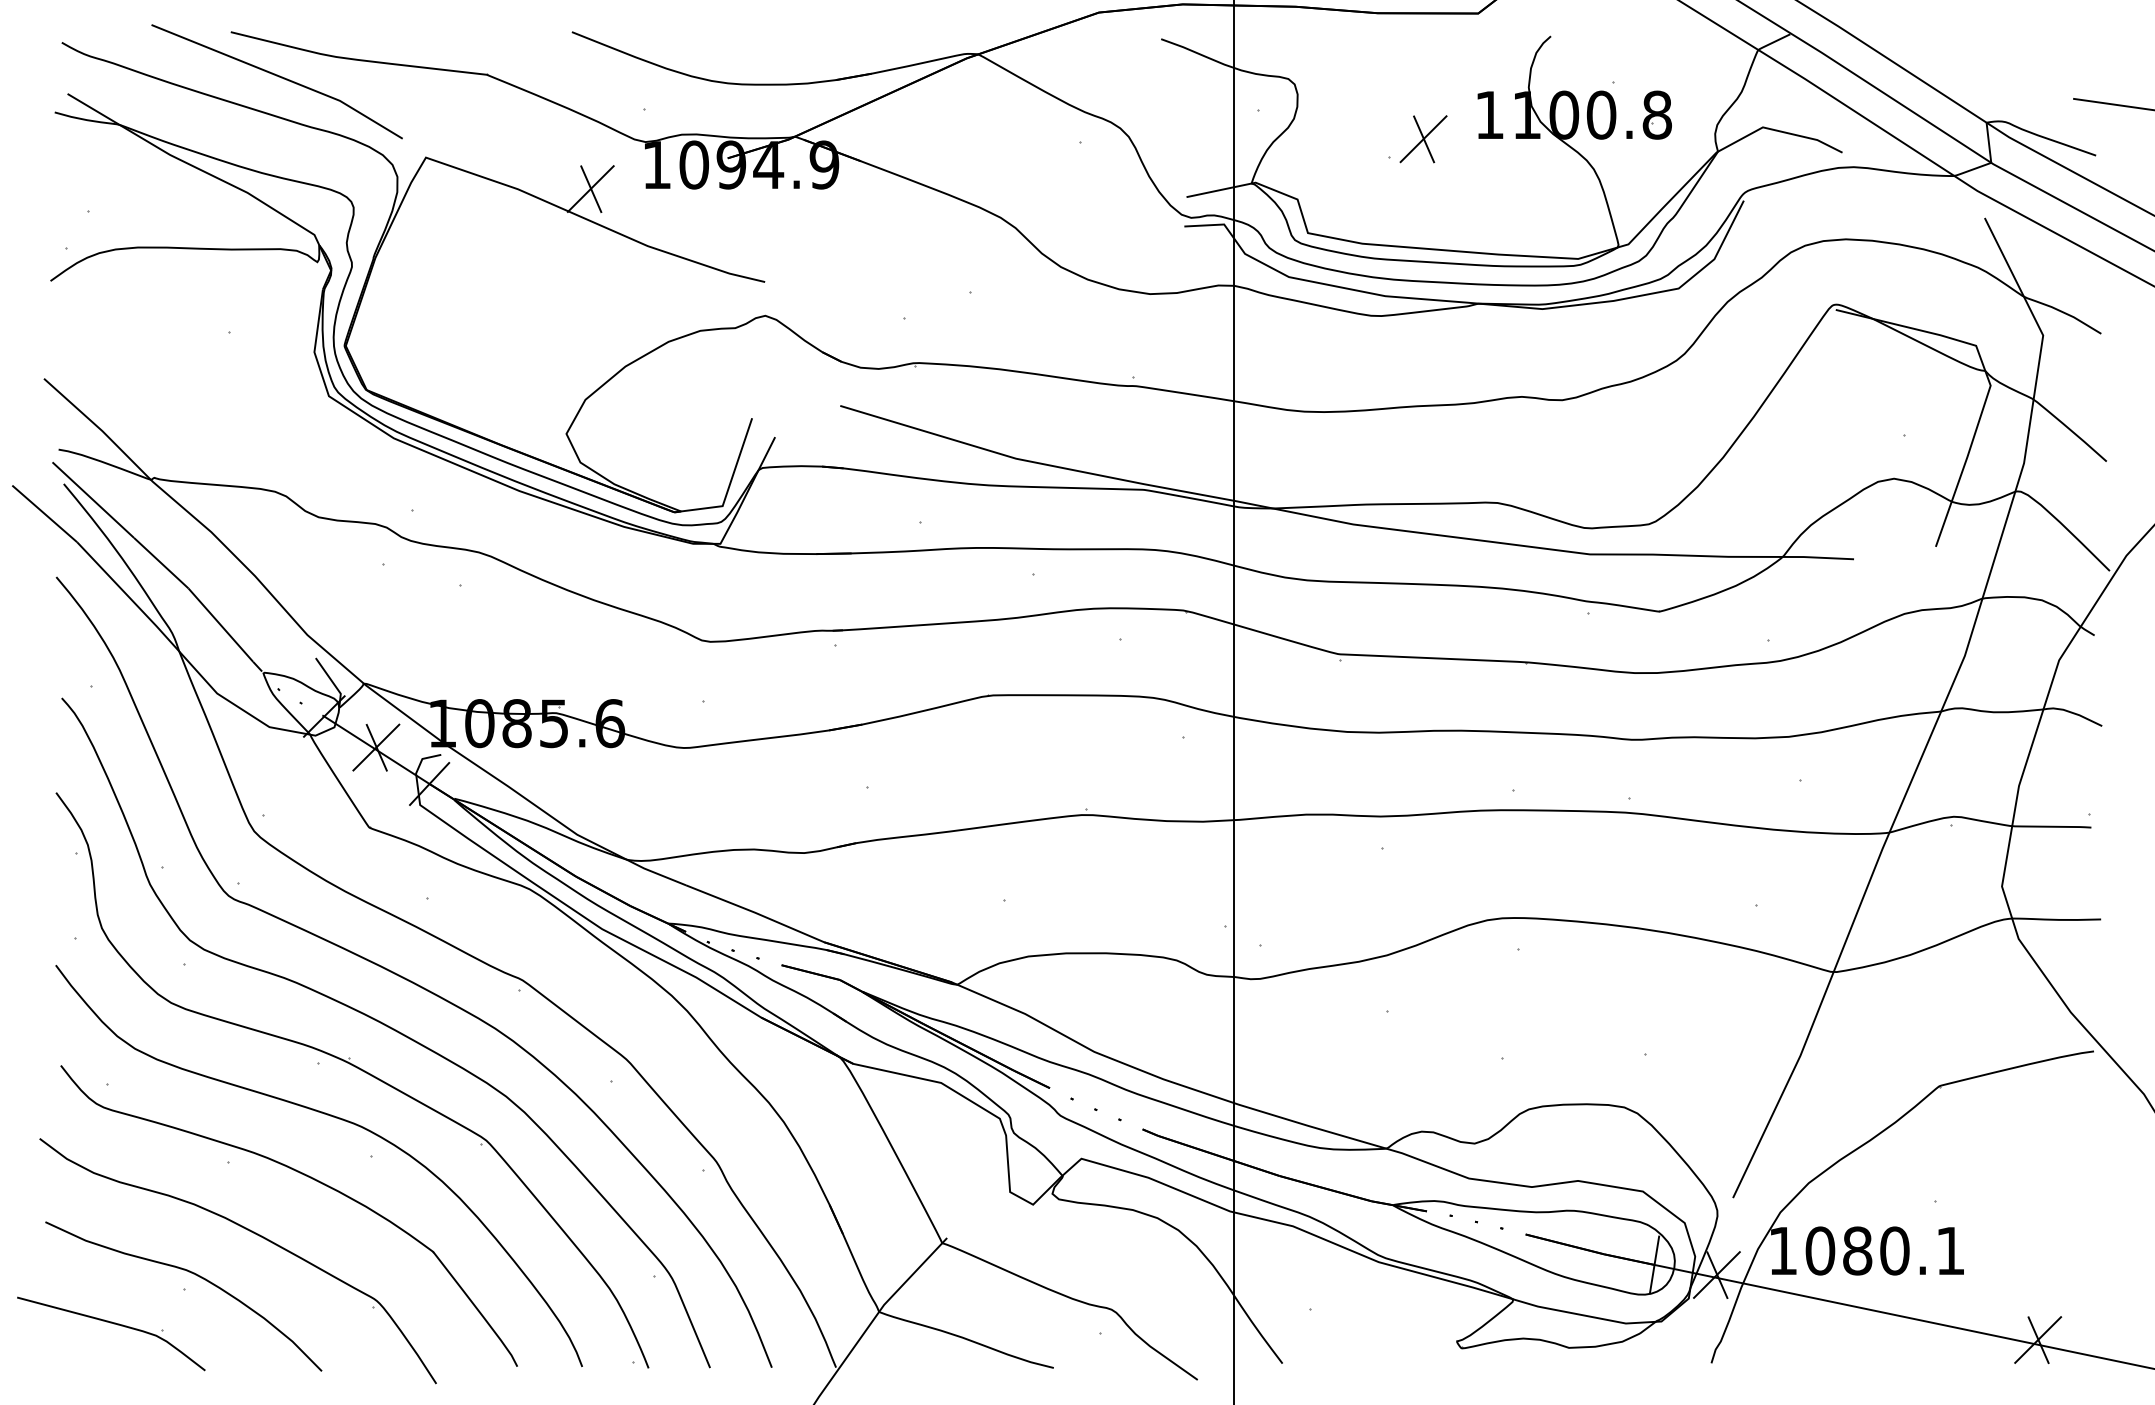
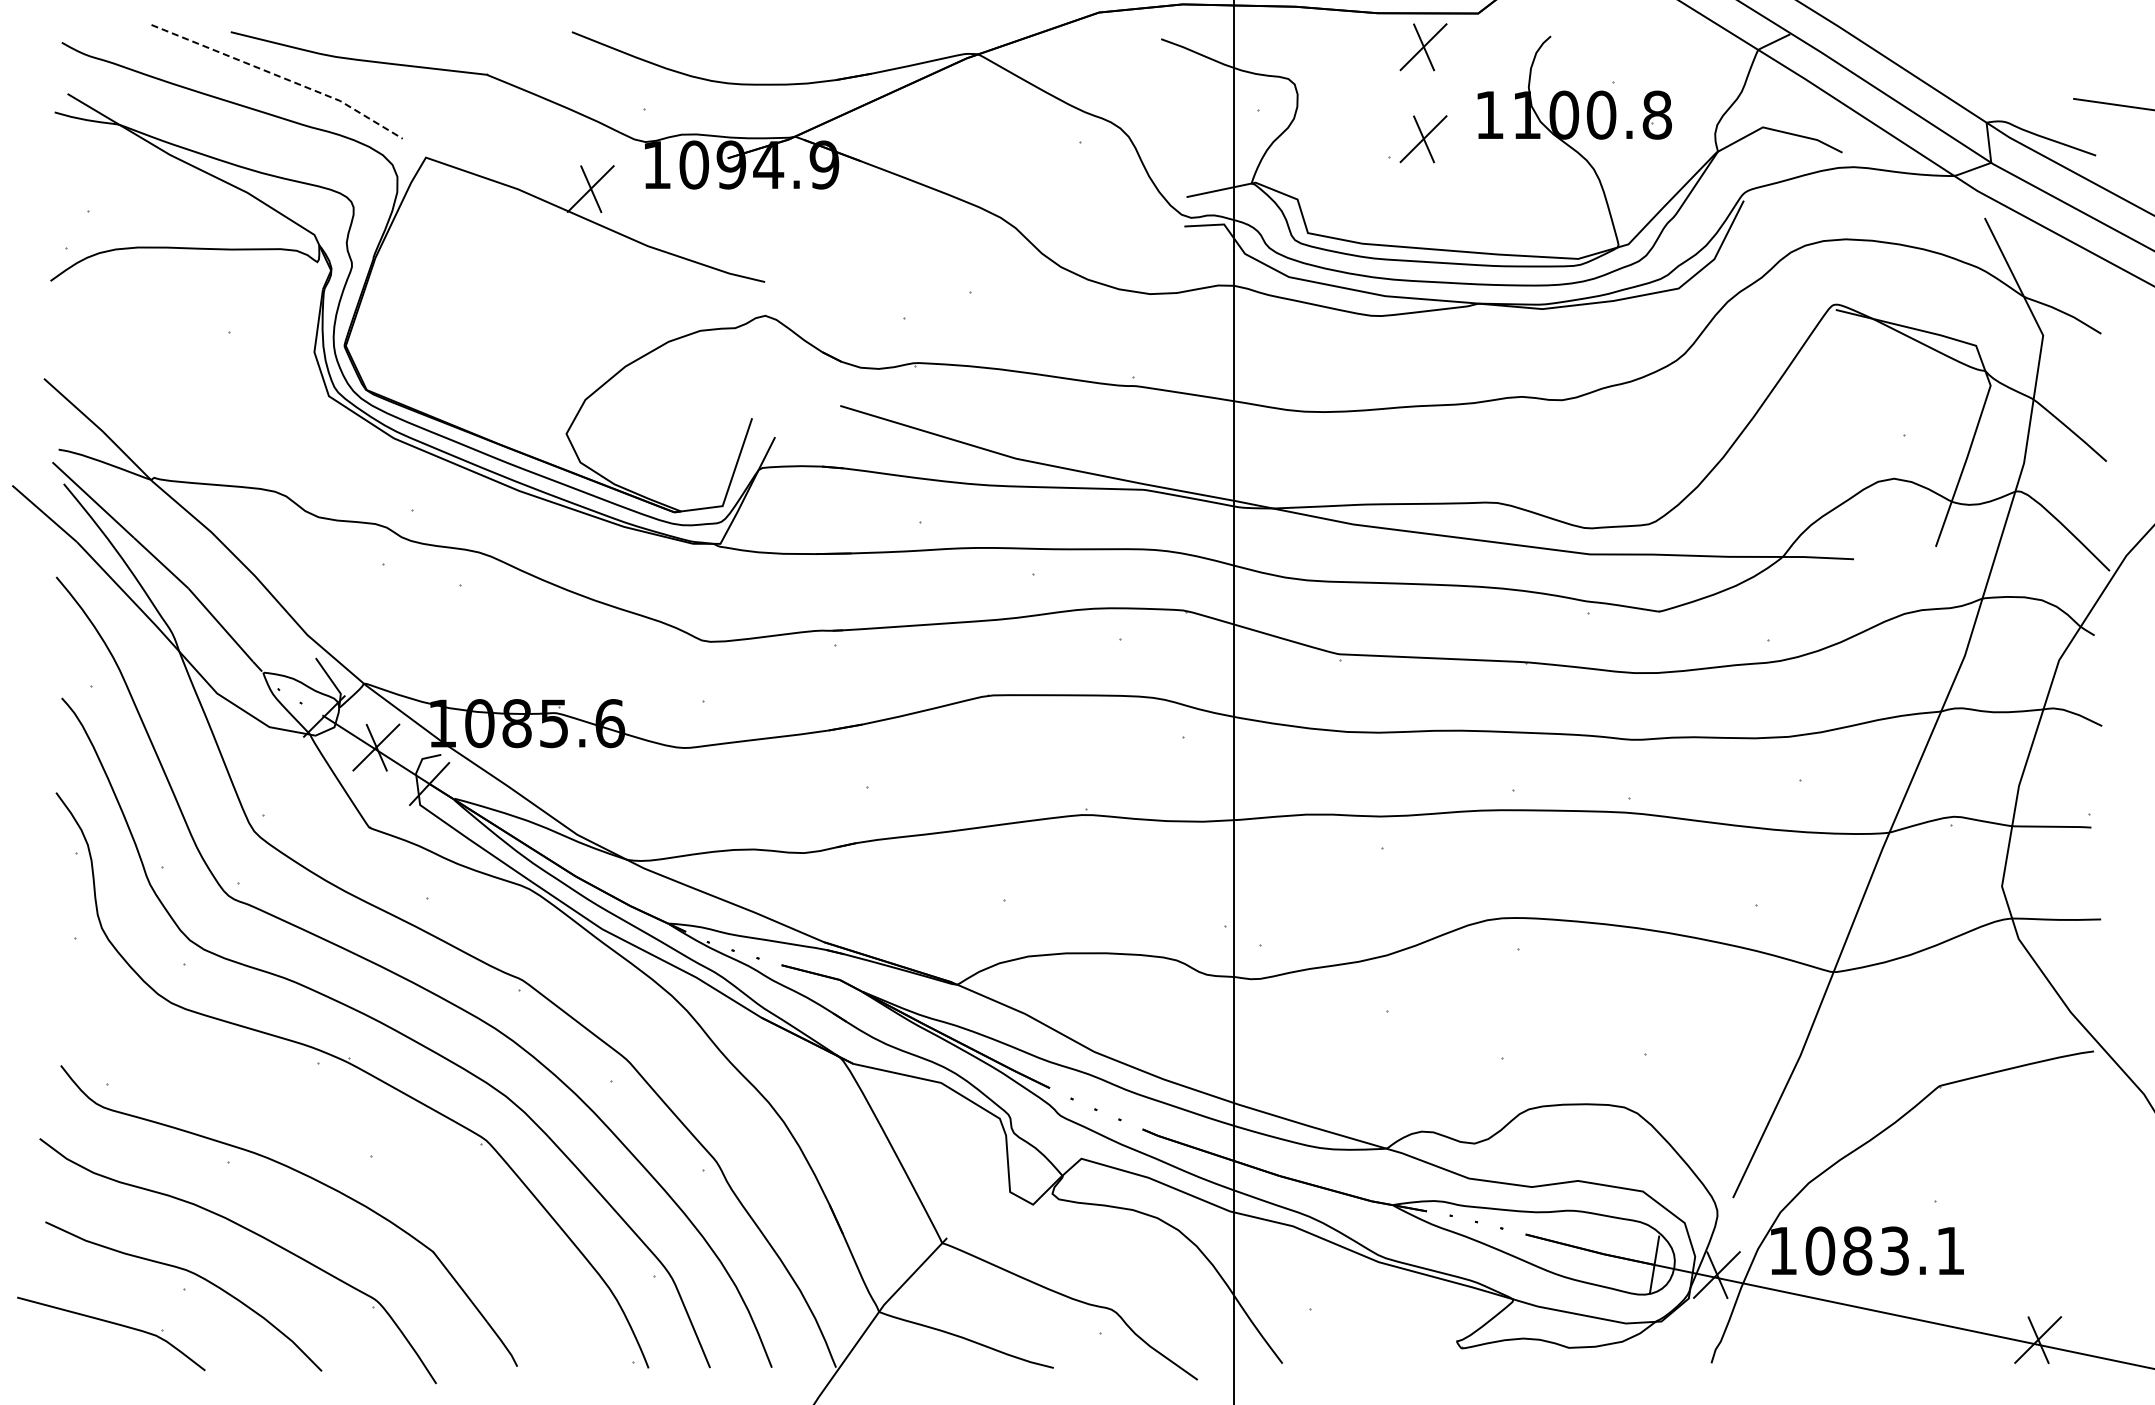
part at (1423, 47): none -> present
line at (280, 77): solid -> dashed
curve at (333, 1117): present -> none
text at (1894, 1250): 1080.1 -> 1083.1
